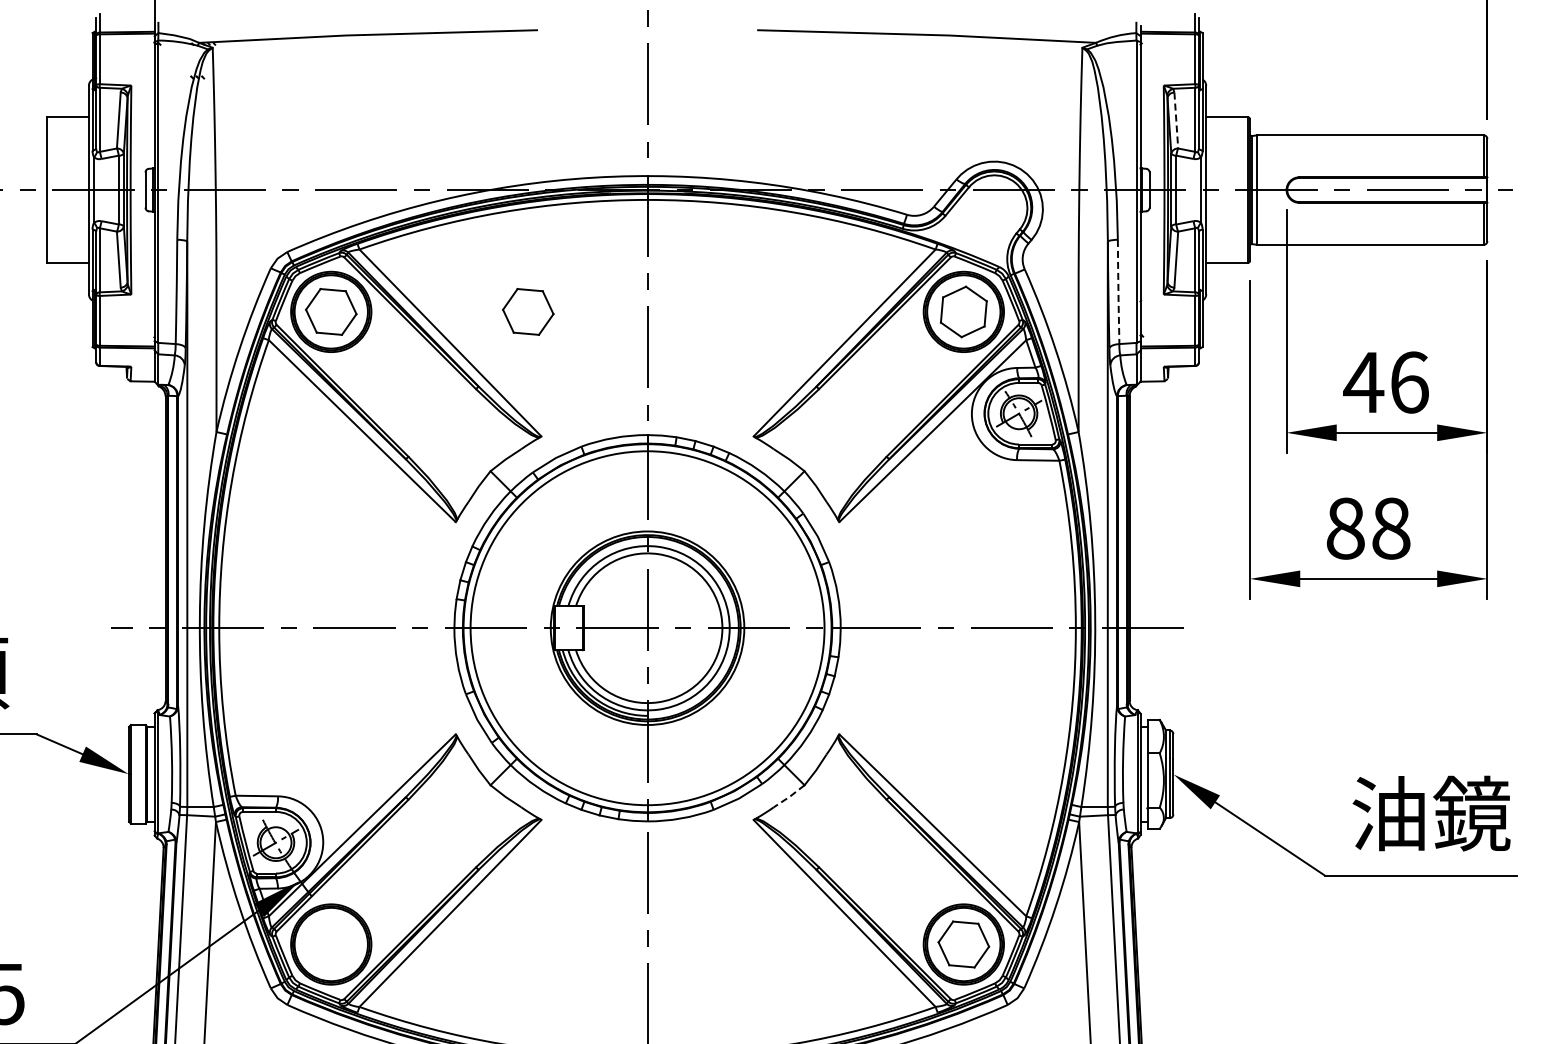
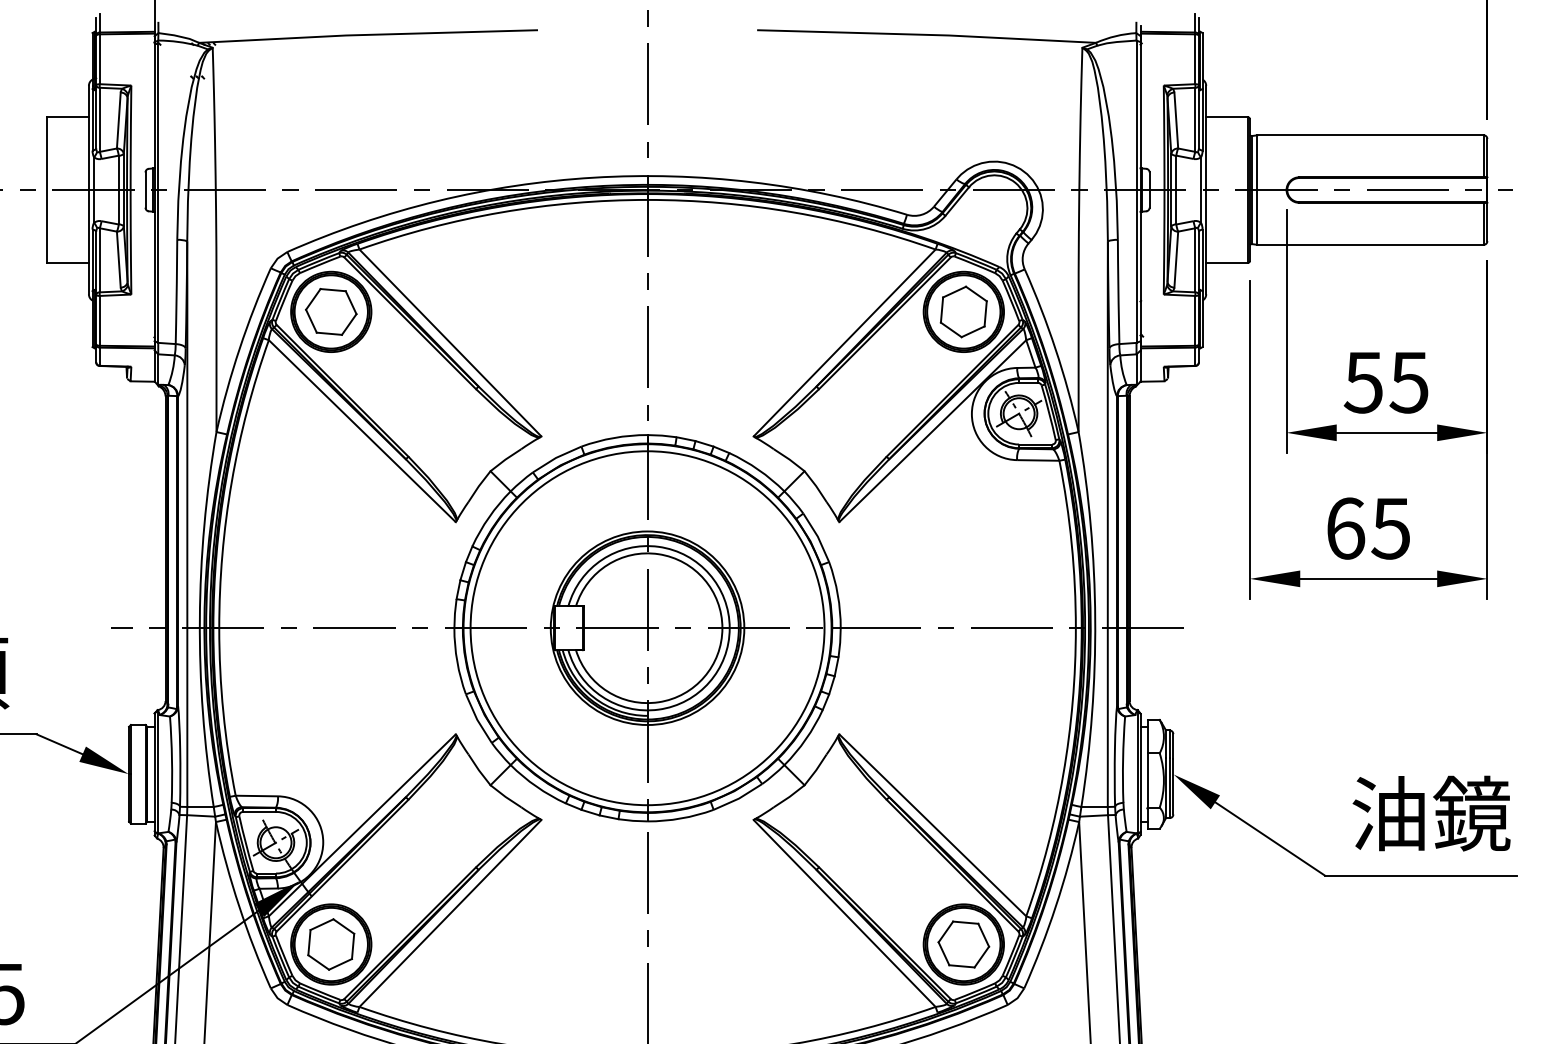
line at (1176, 121): dashed -> solid
line at (1118, 292): dashed -> solid
part at (528, 311): present -> none
text at (1385, 382): 46 -> 55
text at (1368, 528): 88 -> 65
line at (789, 796): dashed -> solid
part at (331, 944): none -> present
